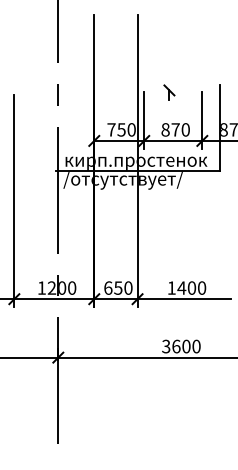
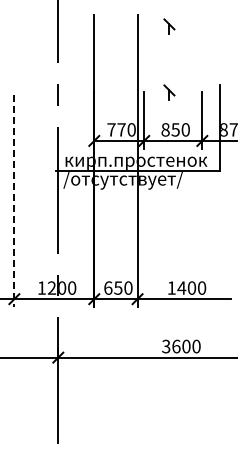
part at (169, 26): none -> present
text at (121, 129): 750 -> 770
text at (175, 129): 870 -> 850
line at (14, 201): solid -> dashed
